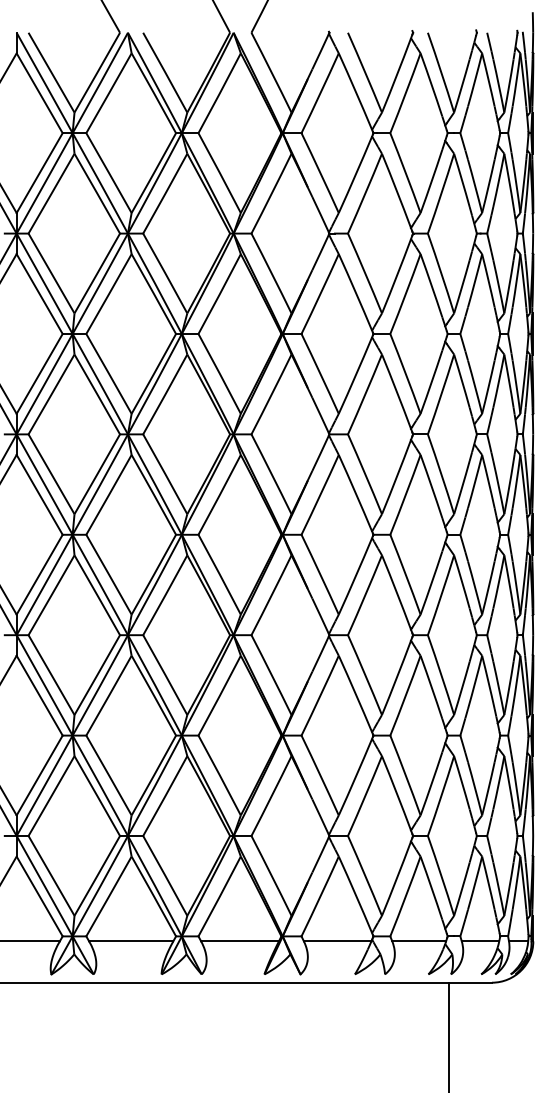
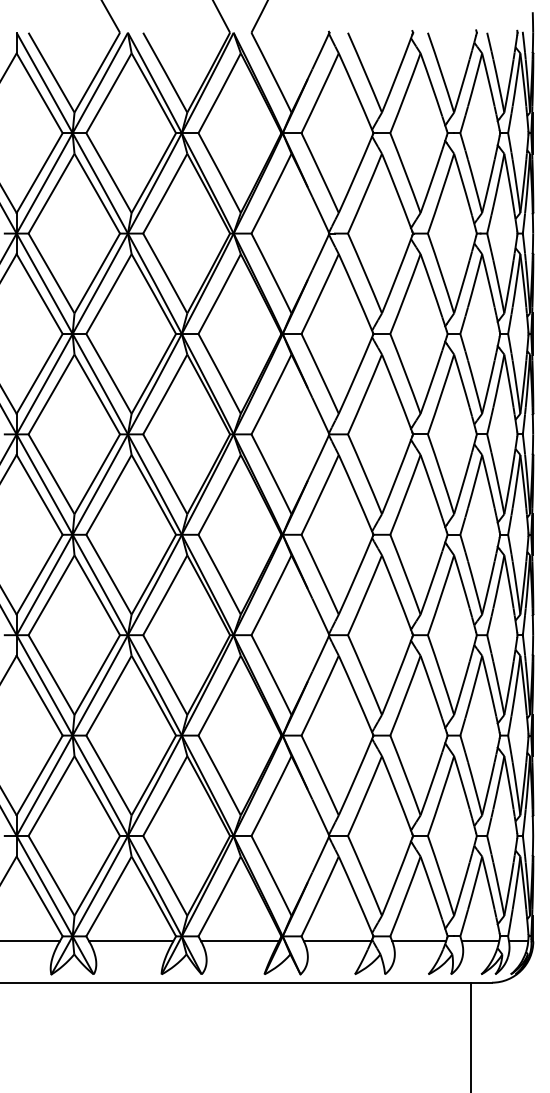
line at (449, 1035) position: (449, 1035) -> (471, 1035)
